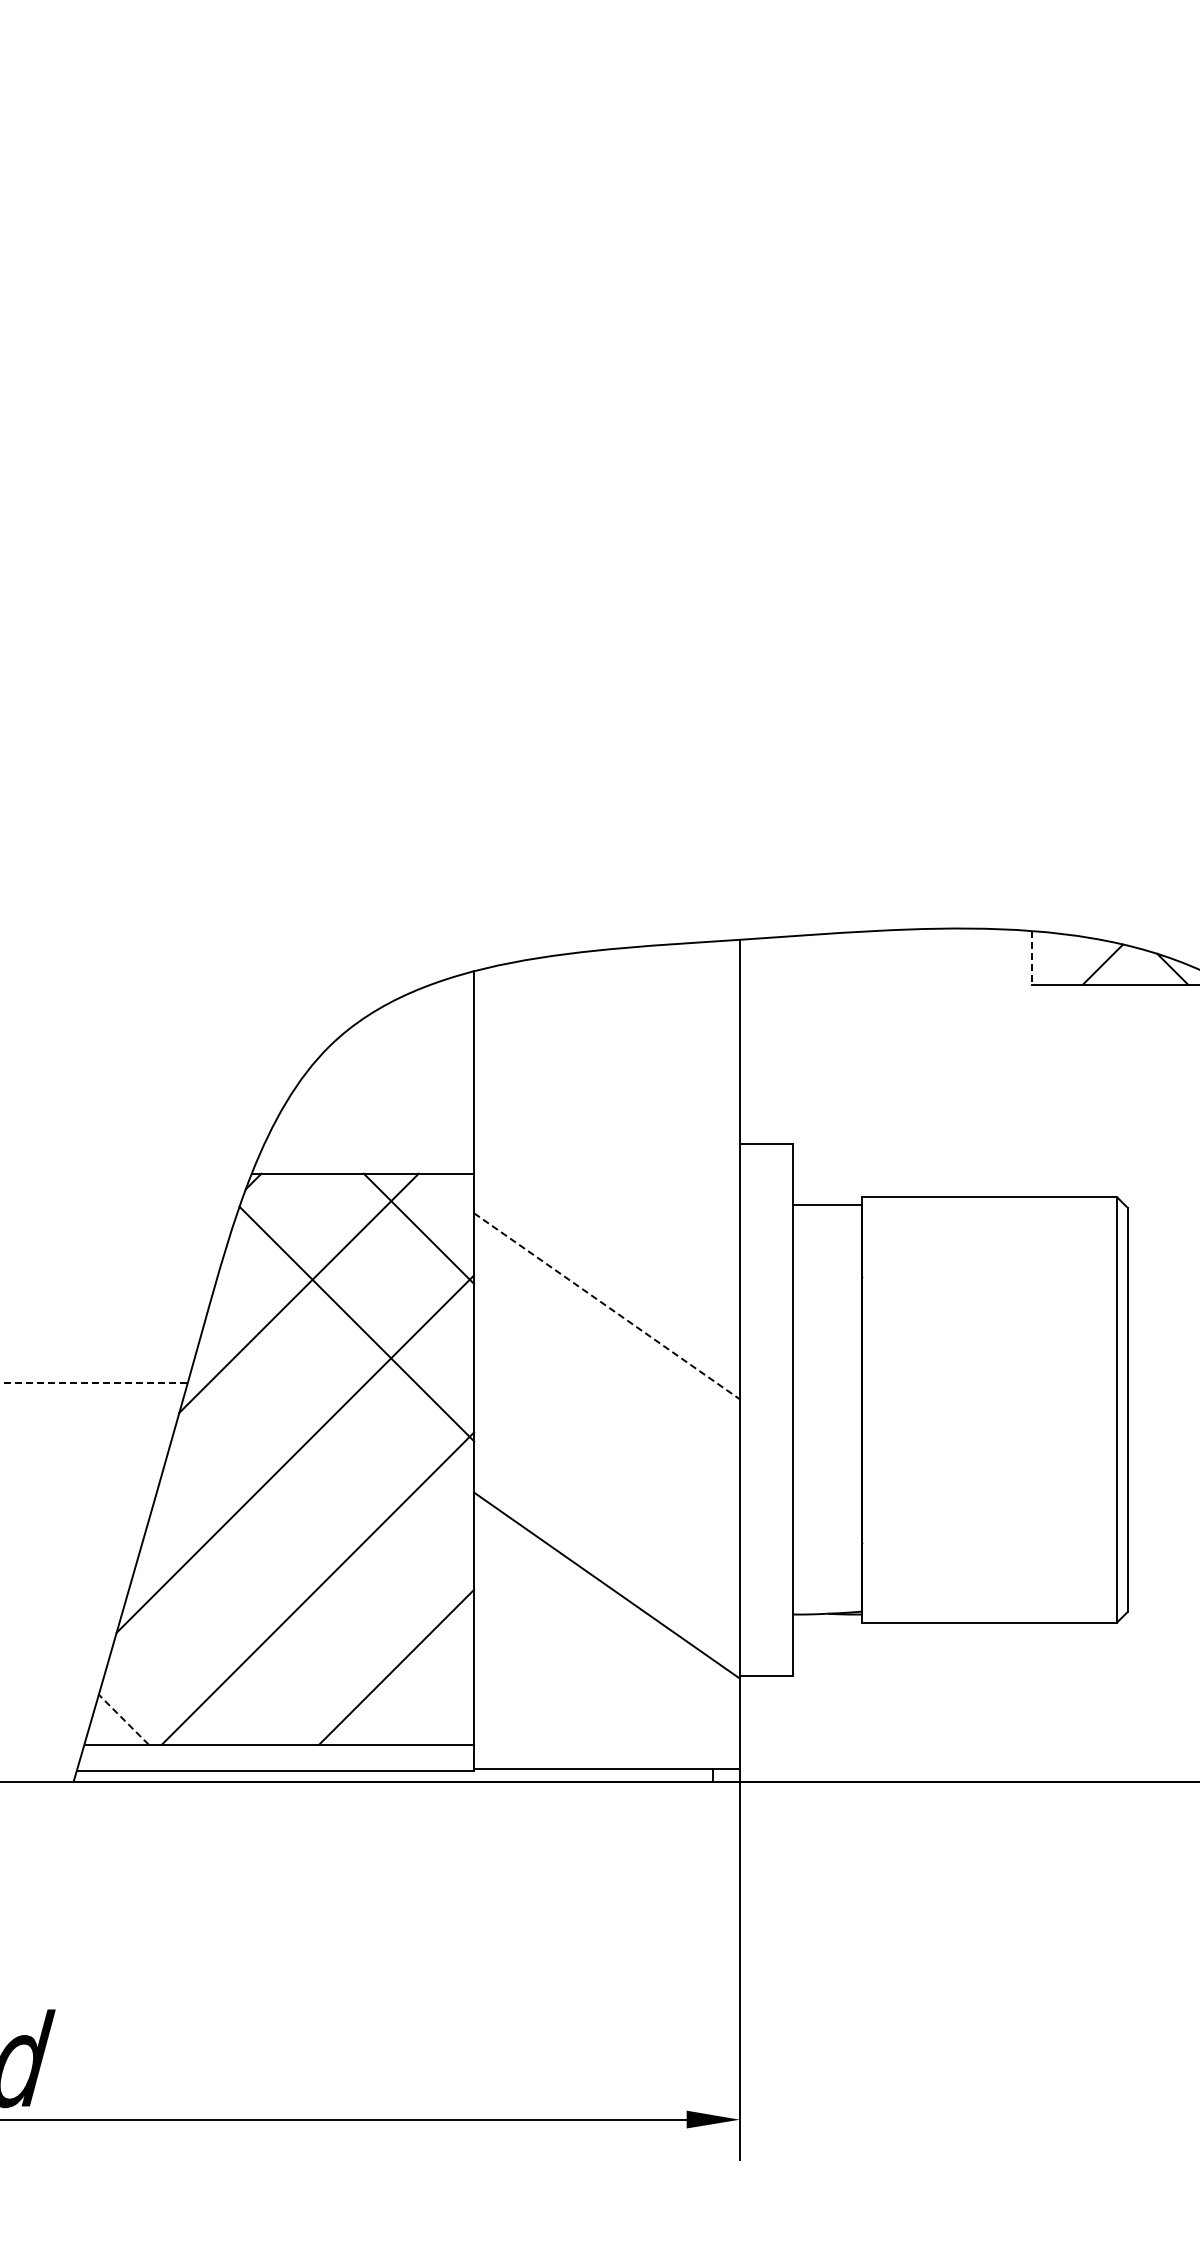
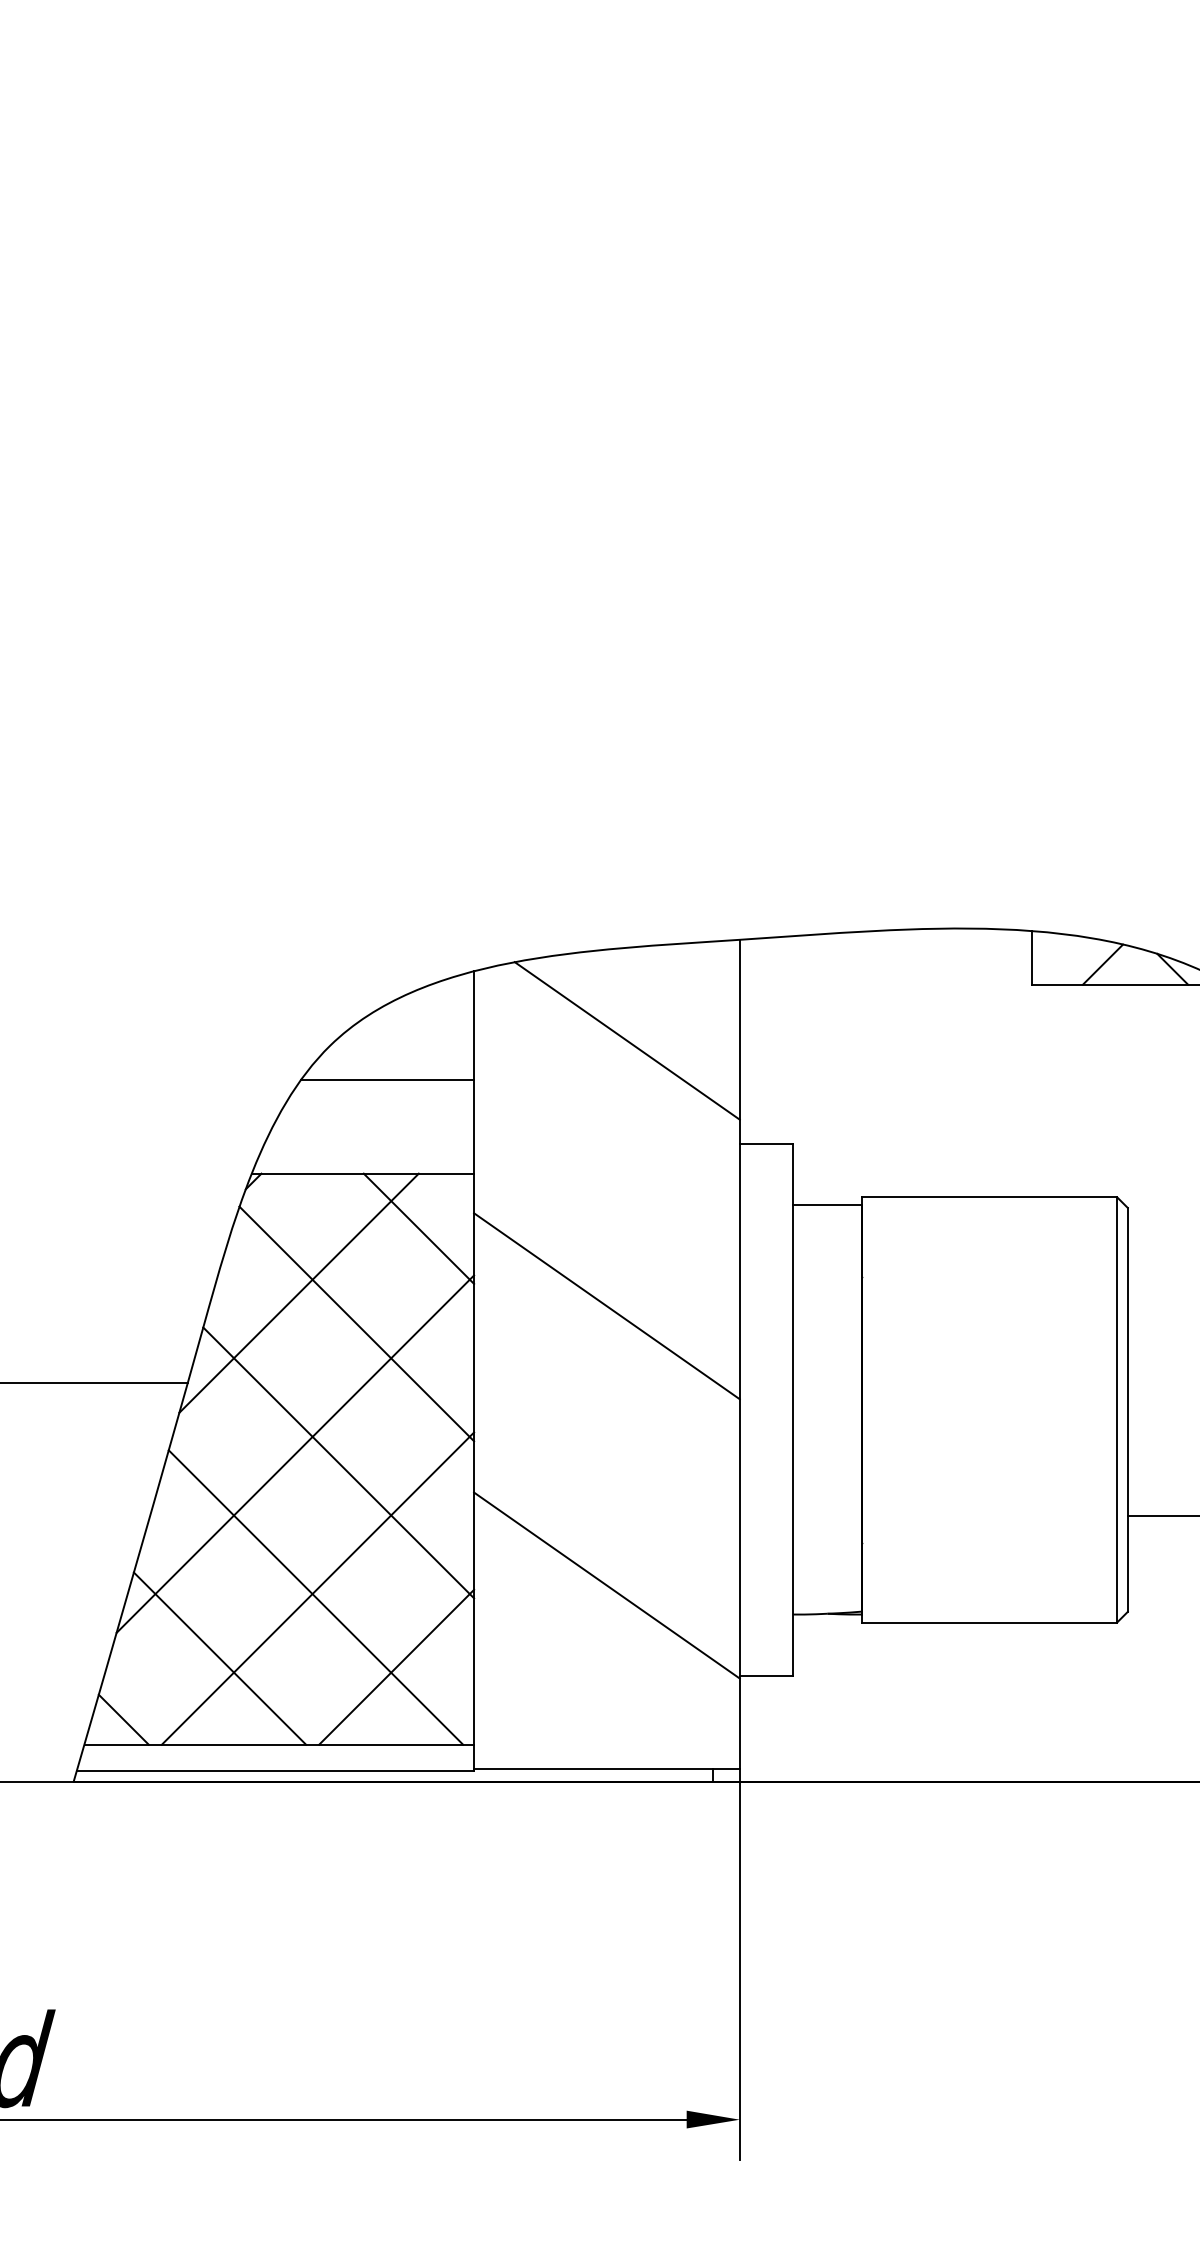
line at (1032, 957): dashed -> solid
line at (626, 1040): none -> present
line at (387, 1080): none -> present
line at (607, 1306): dashed -> solid
line at (94, 1383): dashed -> solid
line at (338, 1462): none -> present
line at (1161, 1516): none -> present
line at (315, 1597): none -> present
line at (219, 1658): none -> present
line at (123, 1719): dashed -> solid
